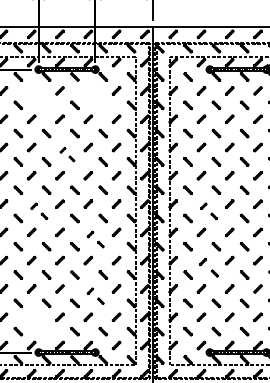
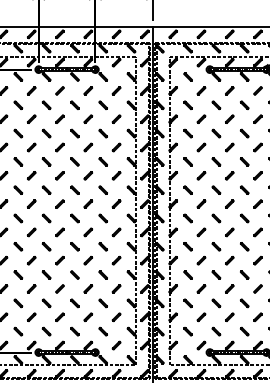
part at (95, 97): none -> present
part at (39, 98): none -> present
part at (67, 154) size: 17x16 px -> 25x25 px
part at (39, 211) size: 19x19 px -> 25x25 px
part at (208, 211) size: 18x19 px -> 26x25 px
part at (95, 239) size: 19x19 px -> 25x25 px
part at (208, 267) size: 21x20 px -> 26x25 px
part at (95, 295) size: 19x18 px -> 25x25 px
part at (39, 324): none -> present
